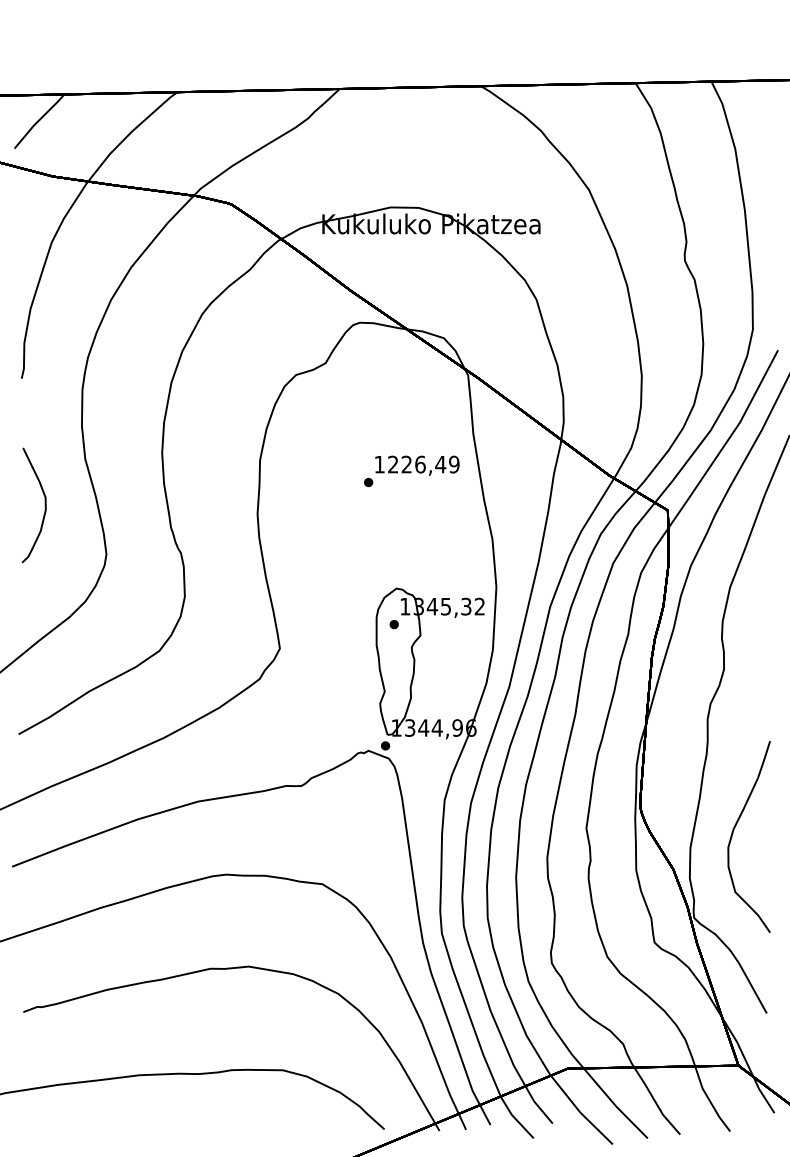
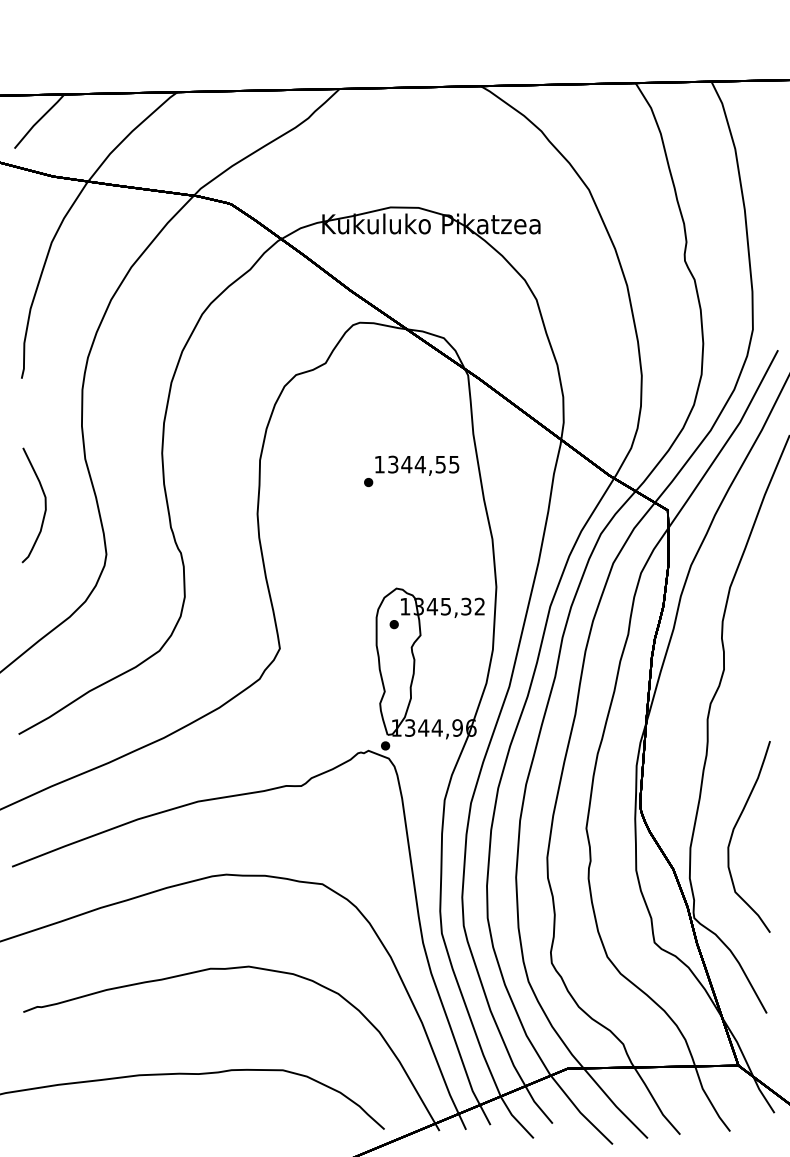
text at (423, 464): 1226,49 -> 1344,55
